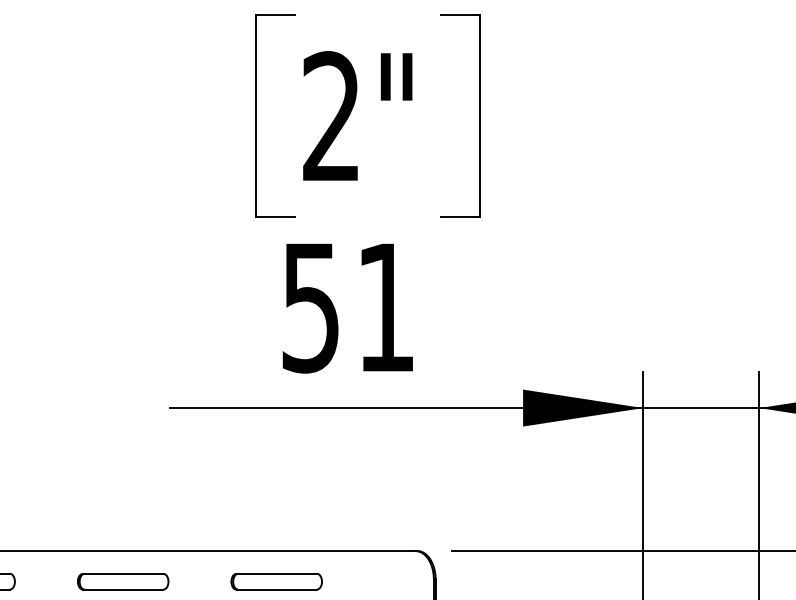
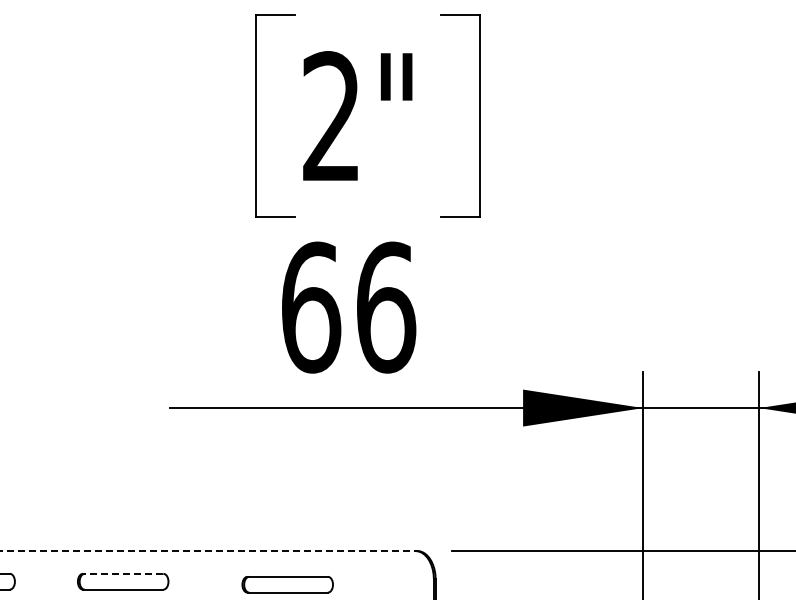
text at (349, 307): 51 -> 66
line at (208, 551): solid -> dashed
line at (122, 573): solid -> dashed
part at (276, 581) position: (276, 581) -> (287, 584)
